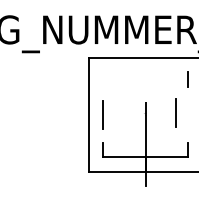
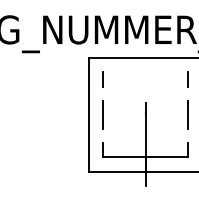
line at (102, 79): none -> present
line at (175, 112) position: (175, 112) -> (187, 114)
